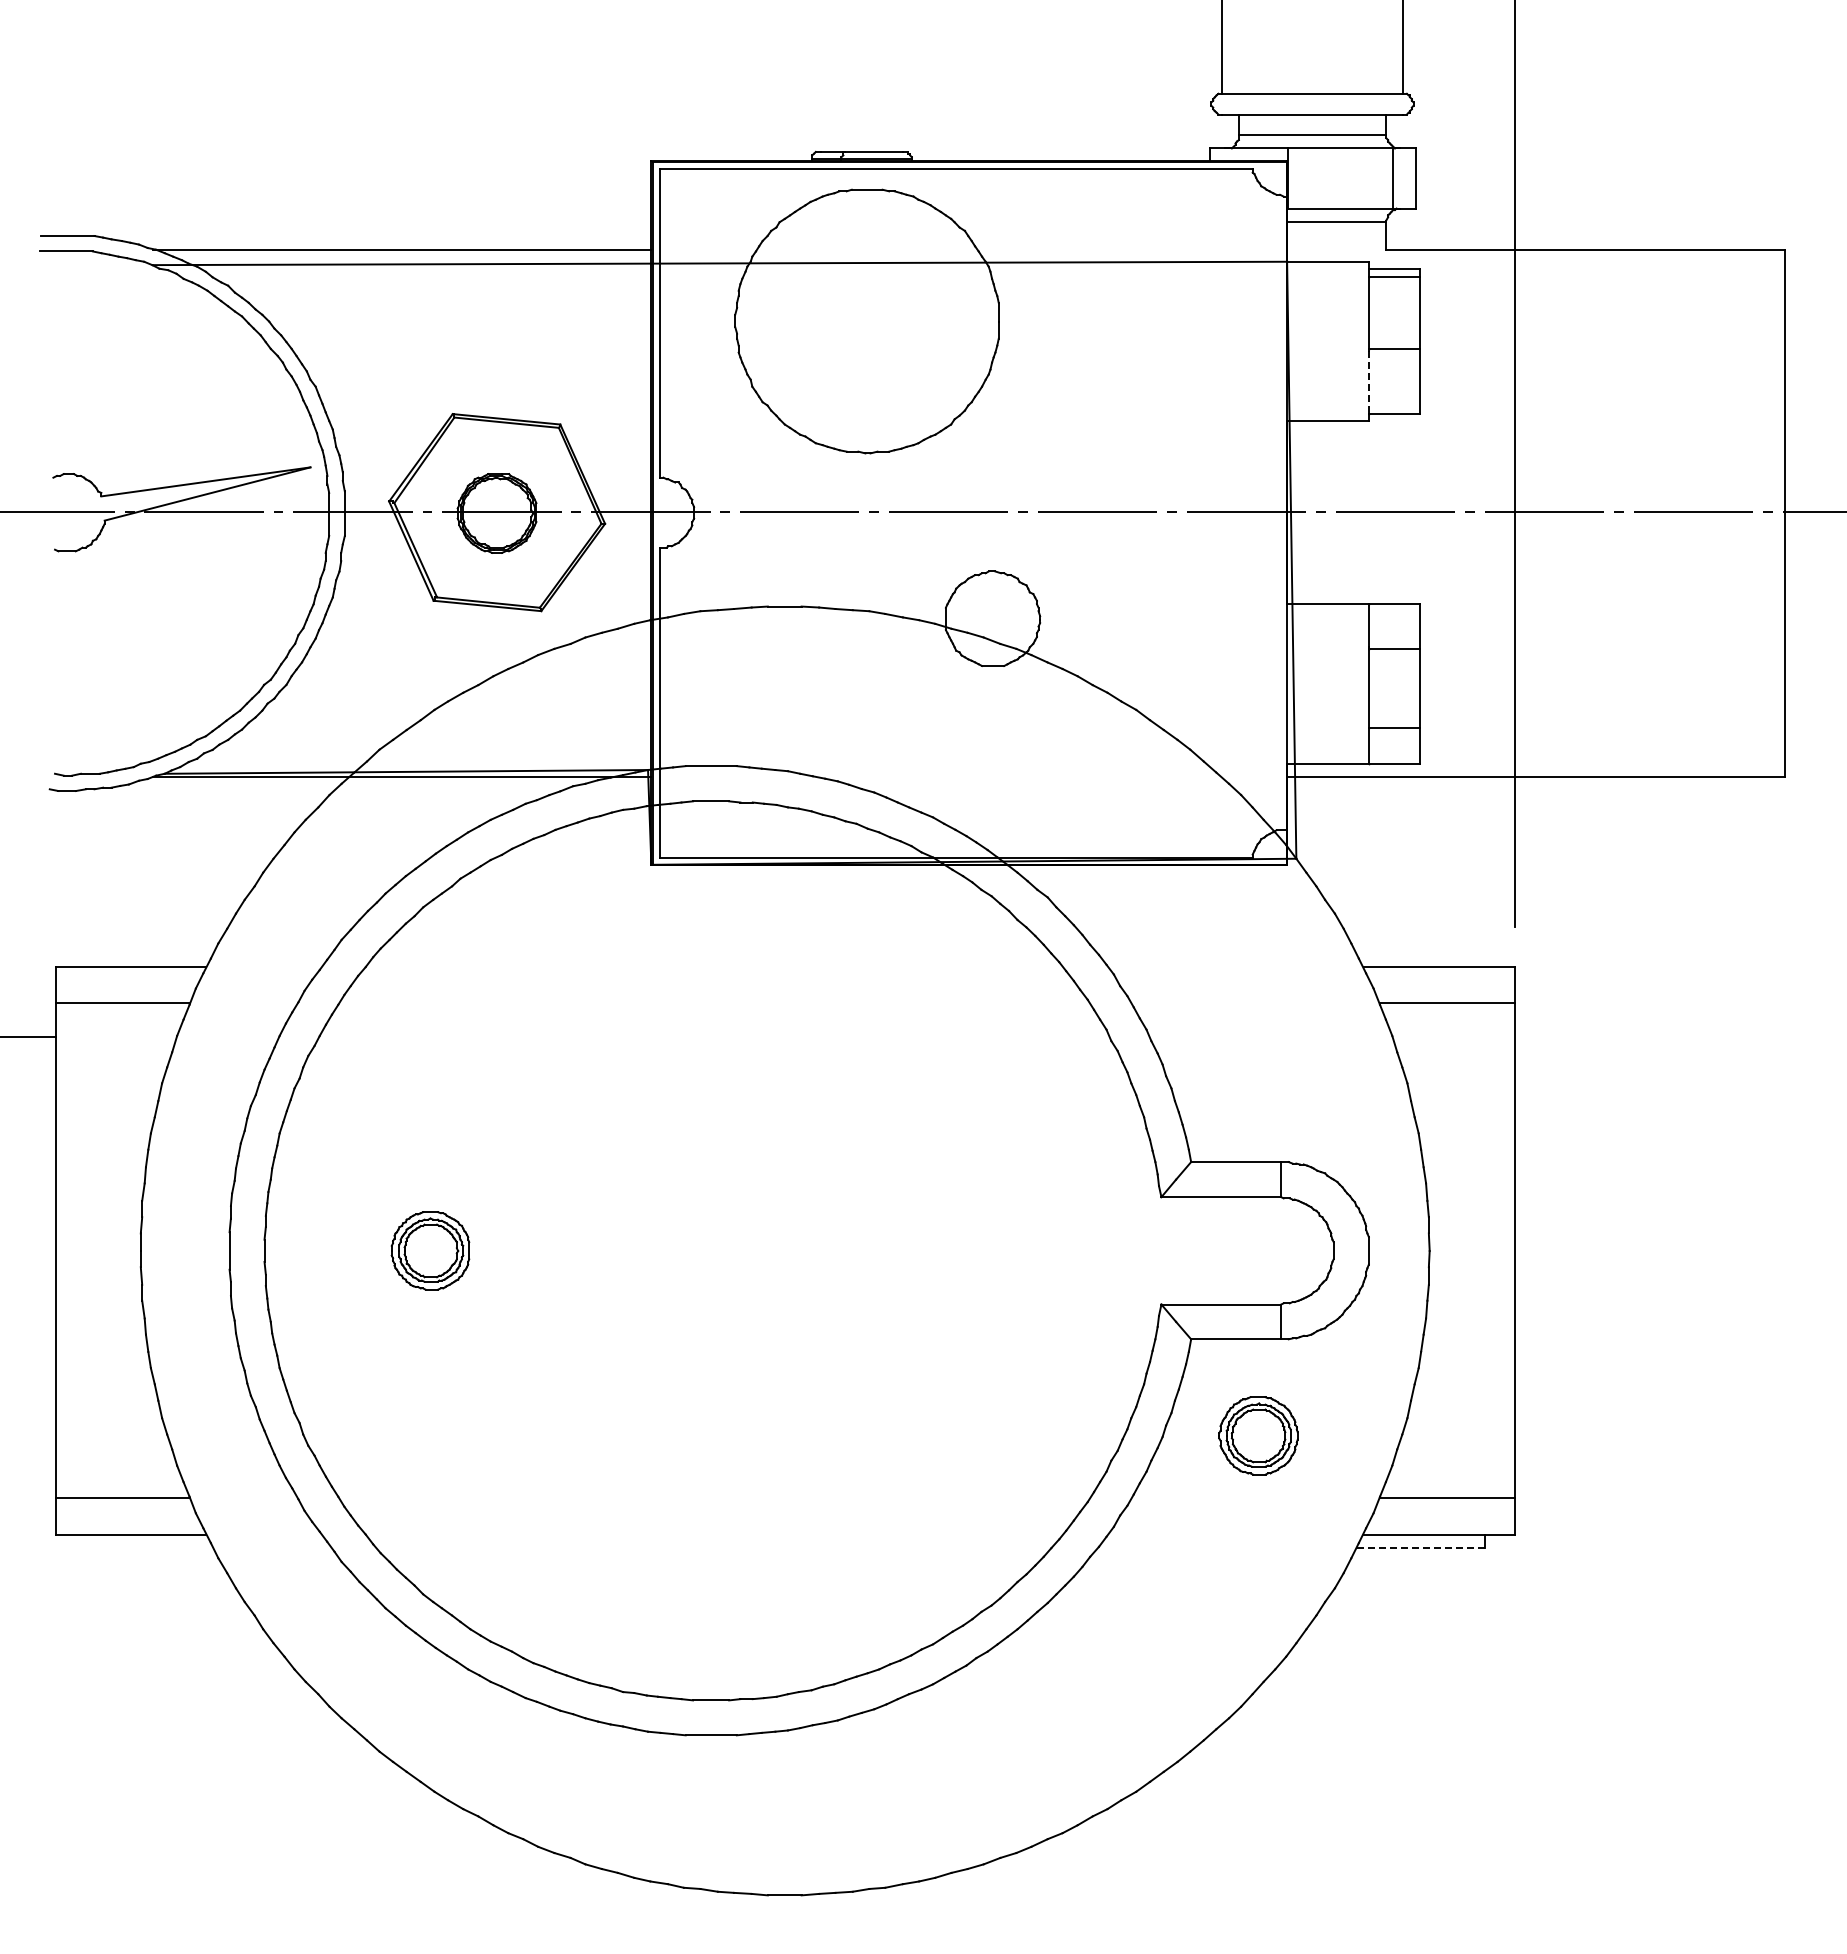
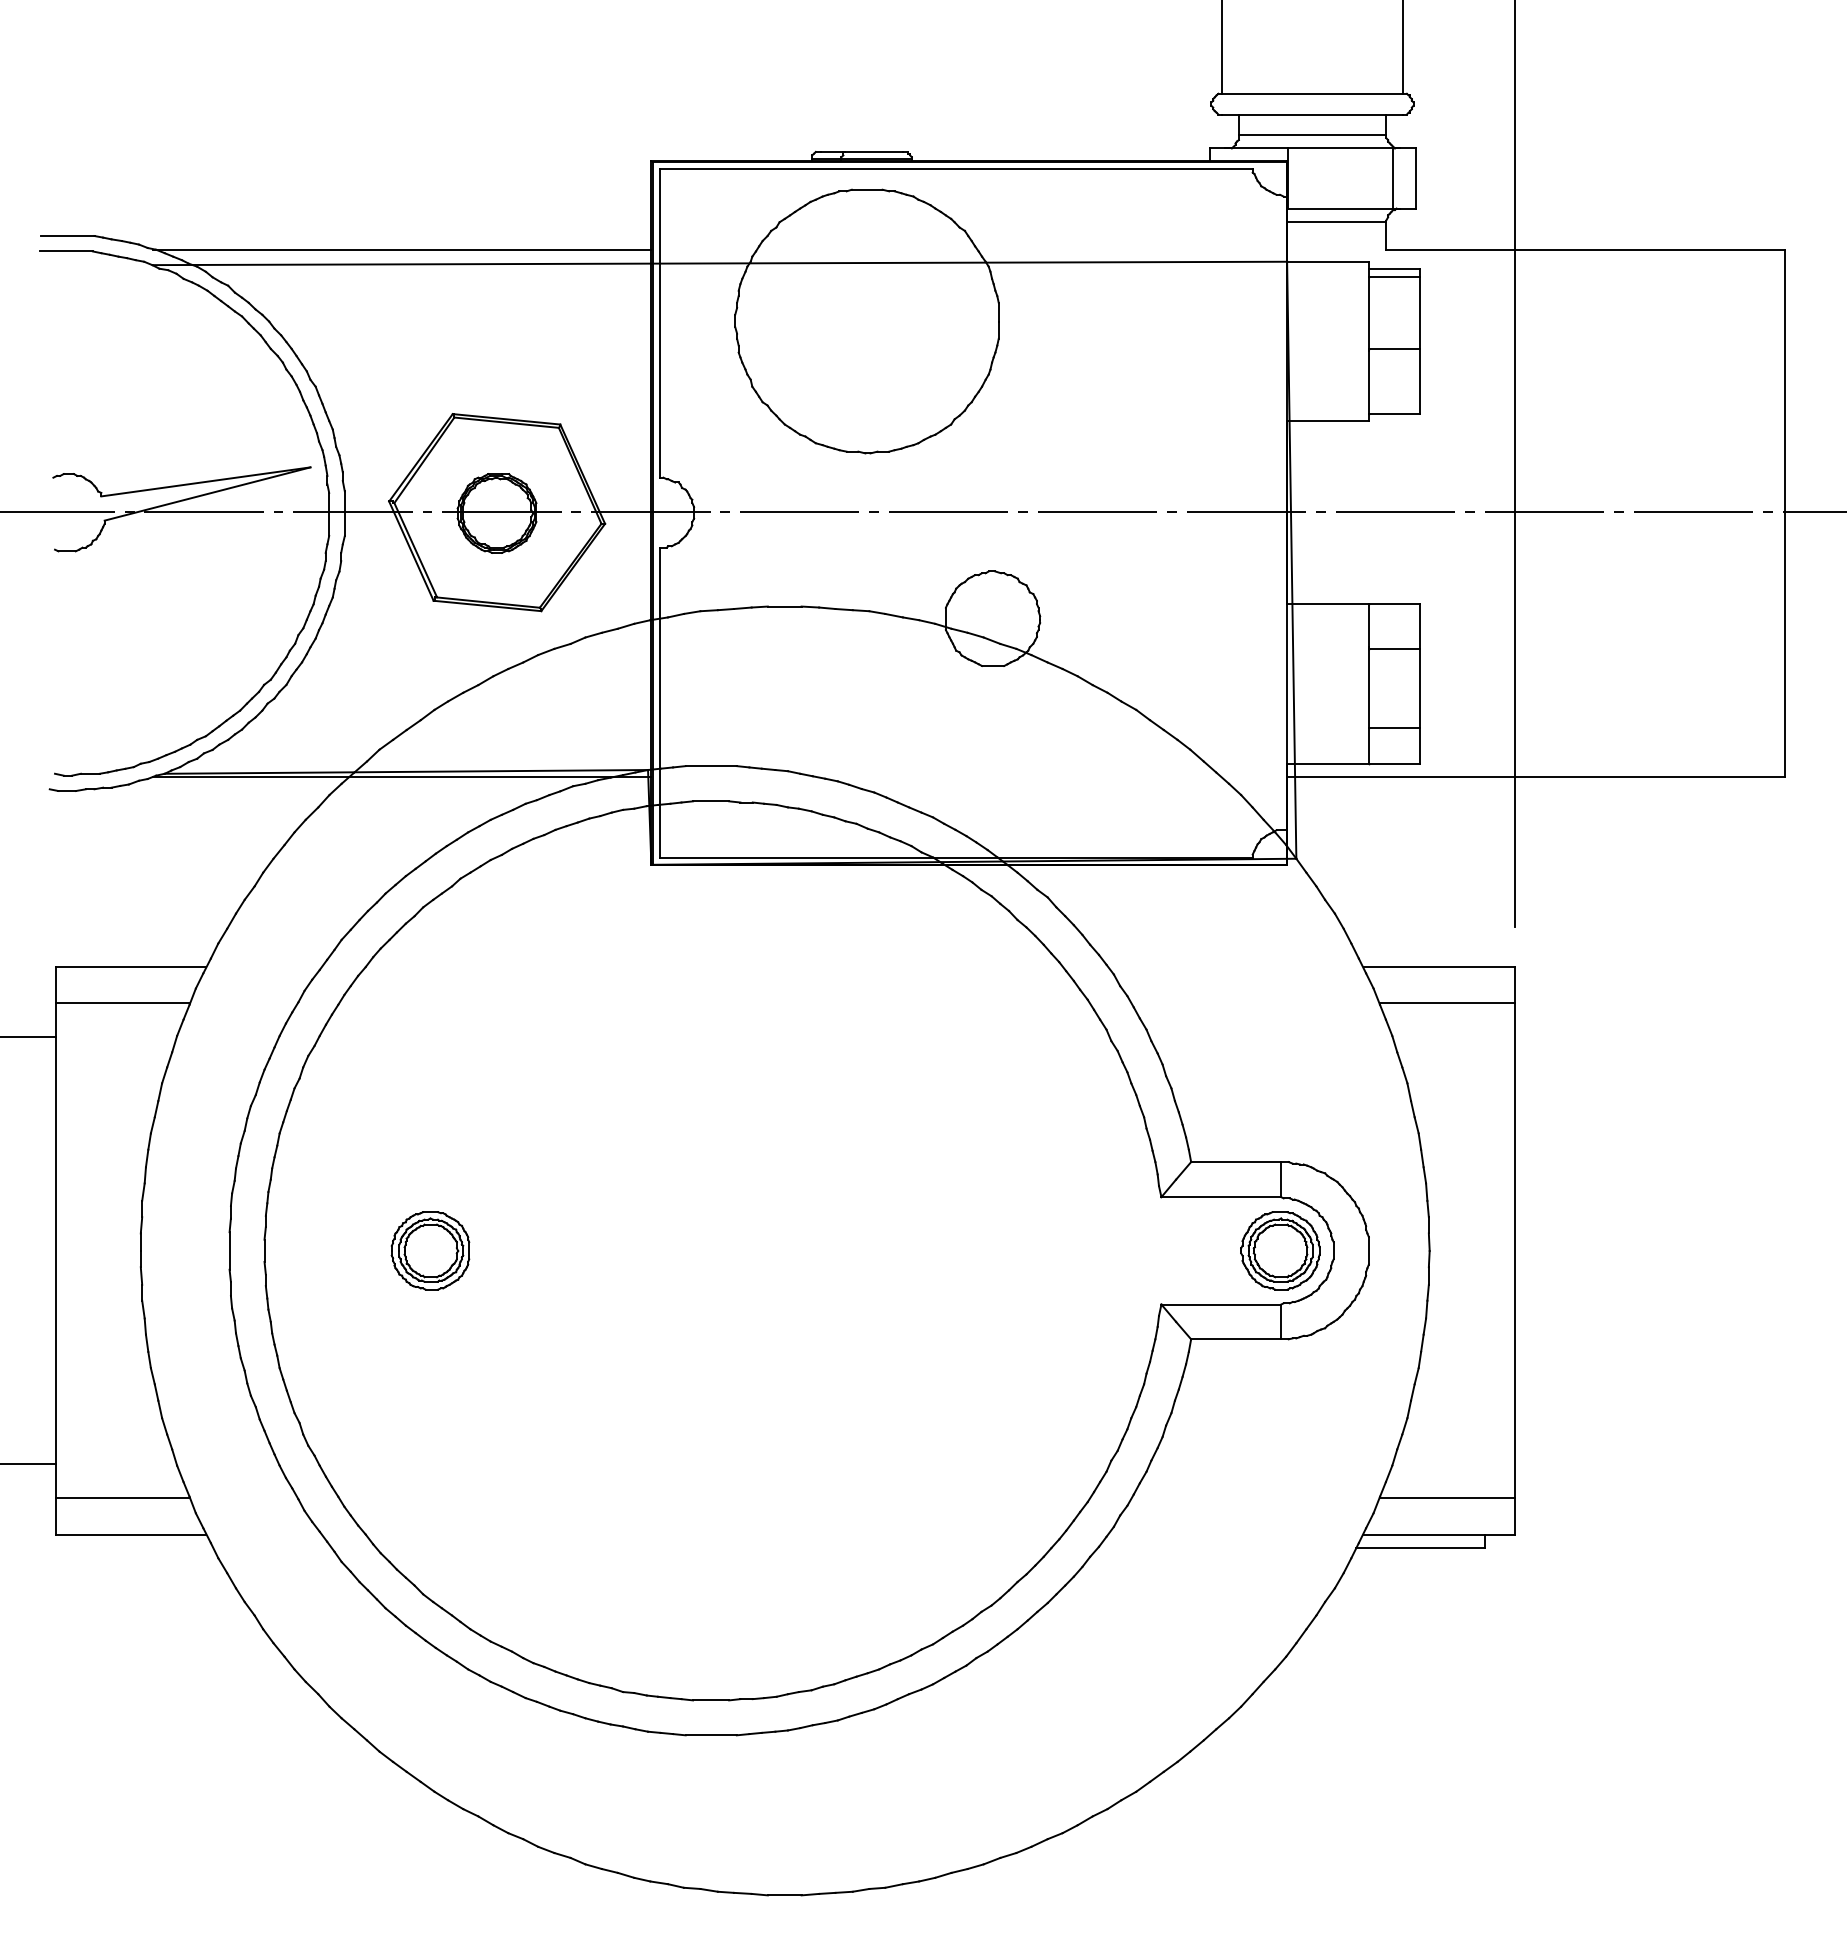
line at (1369, 382): dashed -> solid
part at (1258, 1435) position: (1258, 1435) -> (1280, 1250)
line at (28, 1464): none -> present
line at (1420, 1548): dashed -> solid
